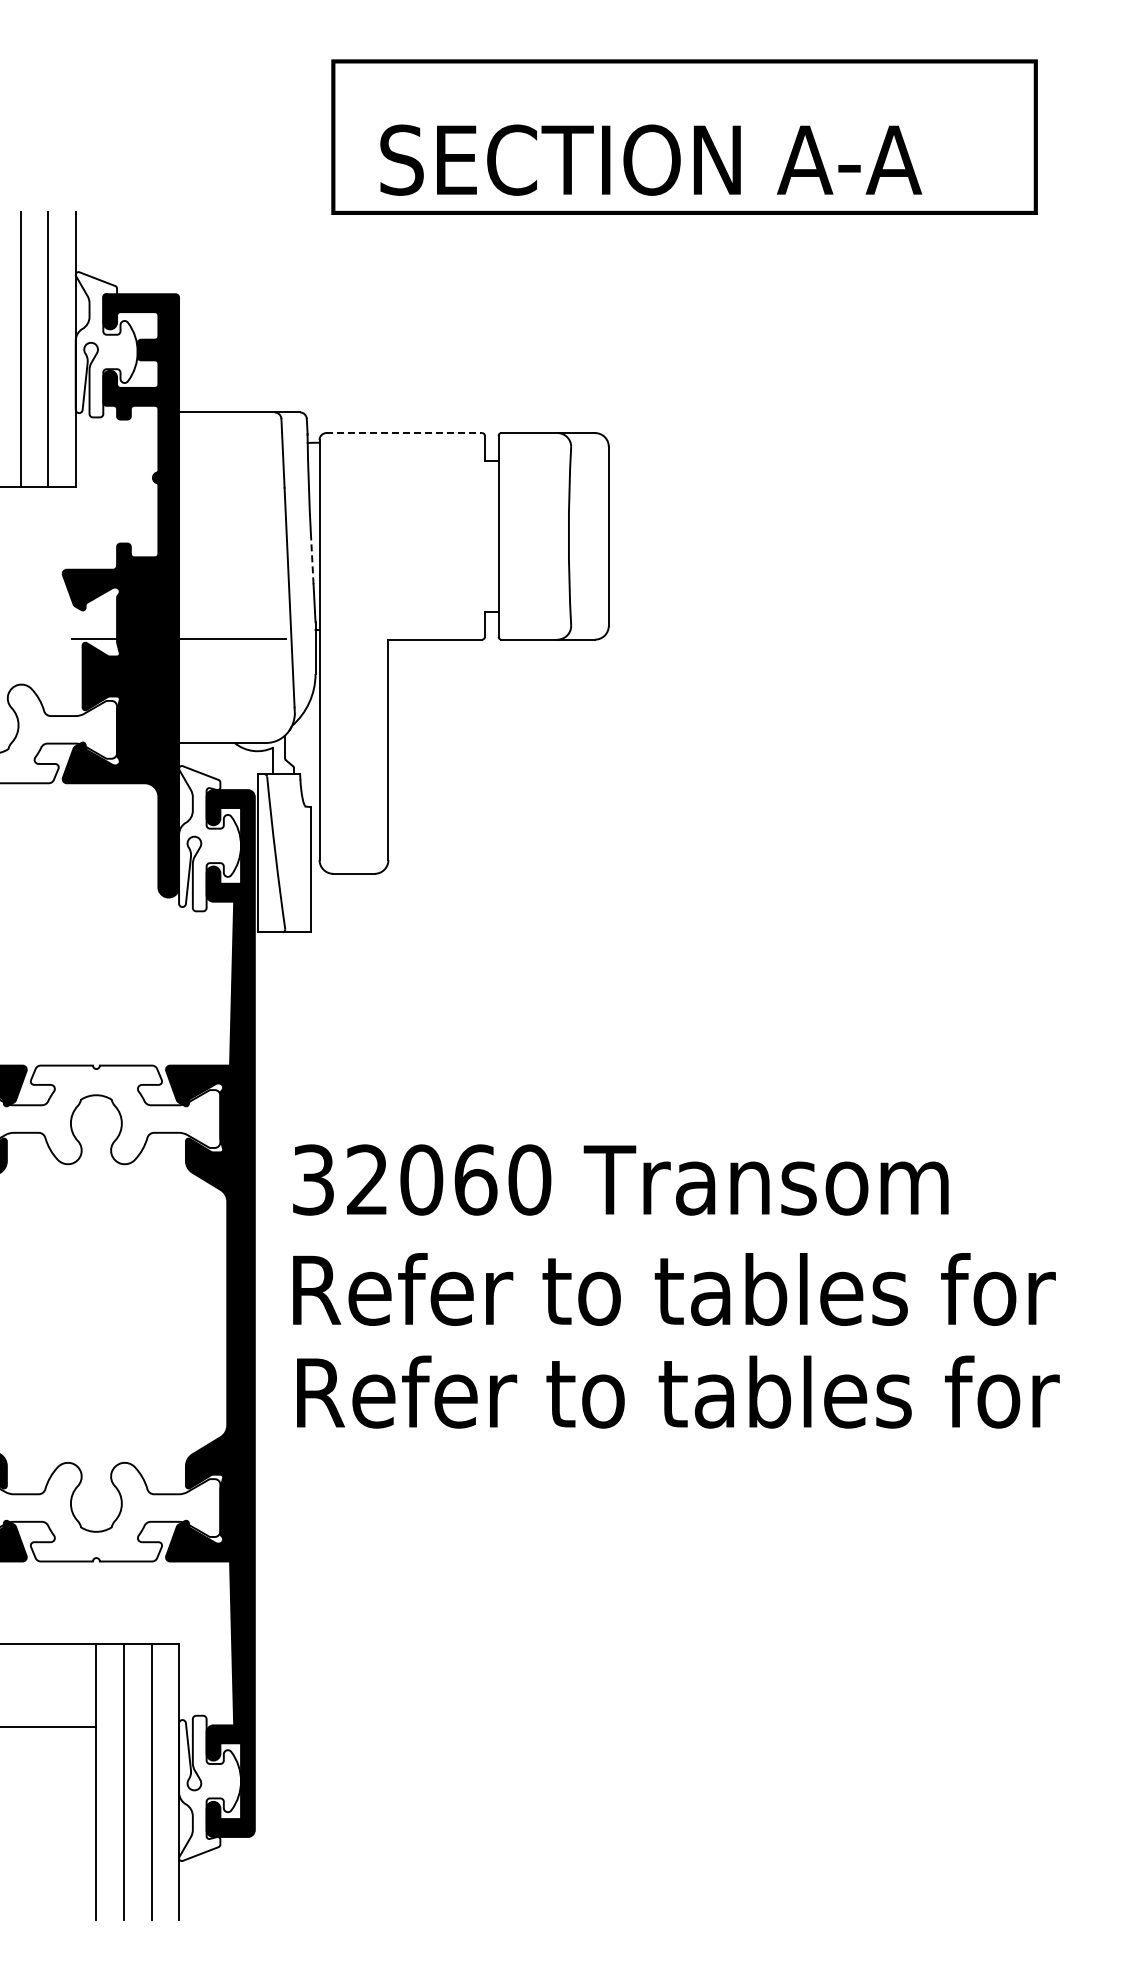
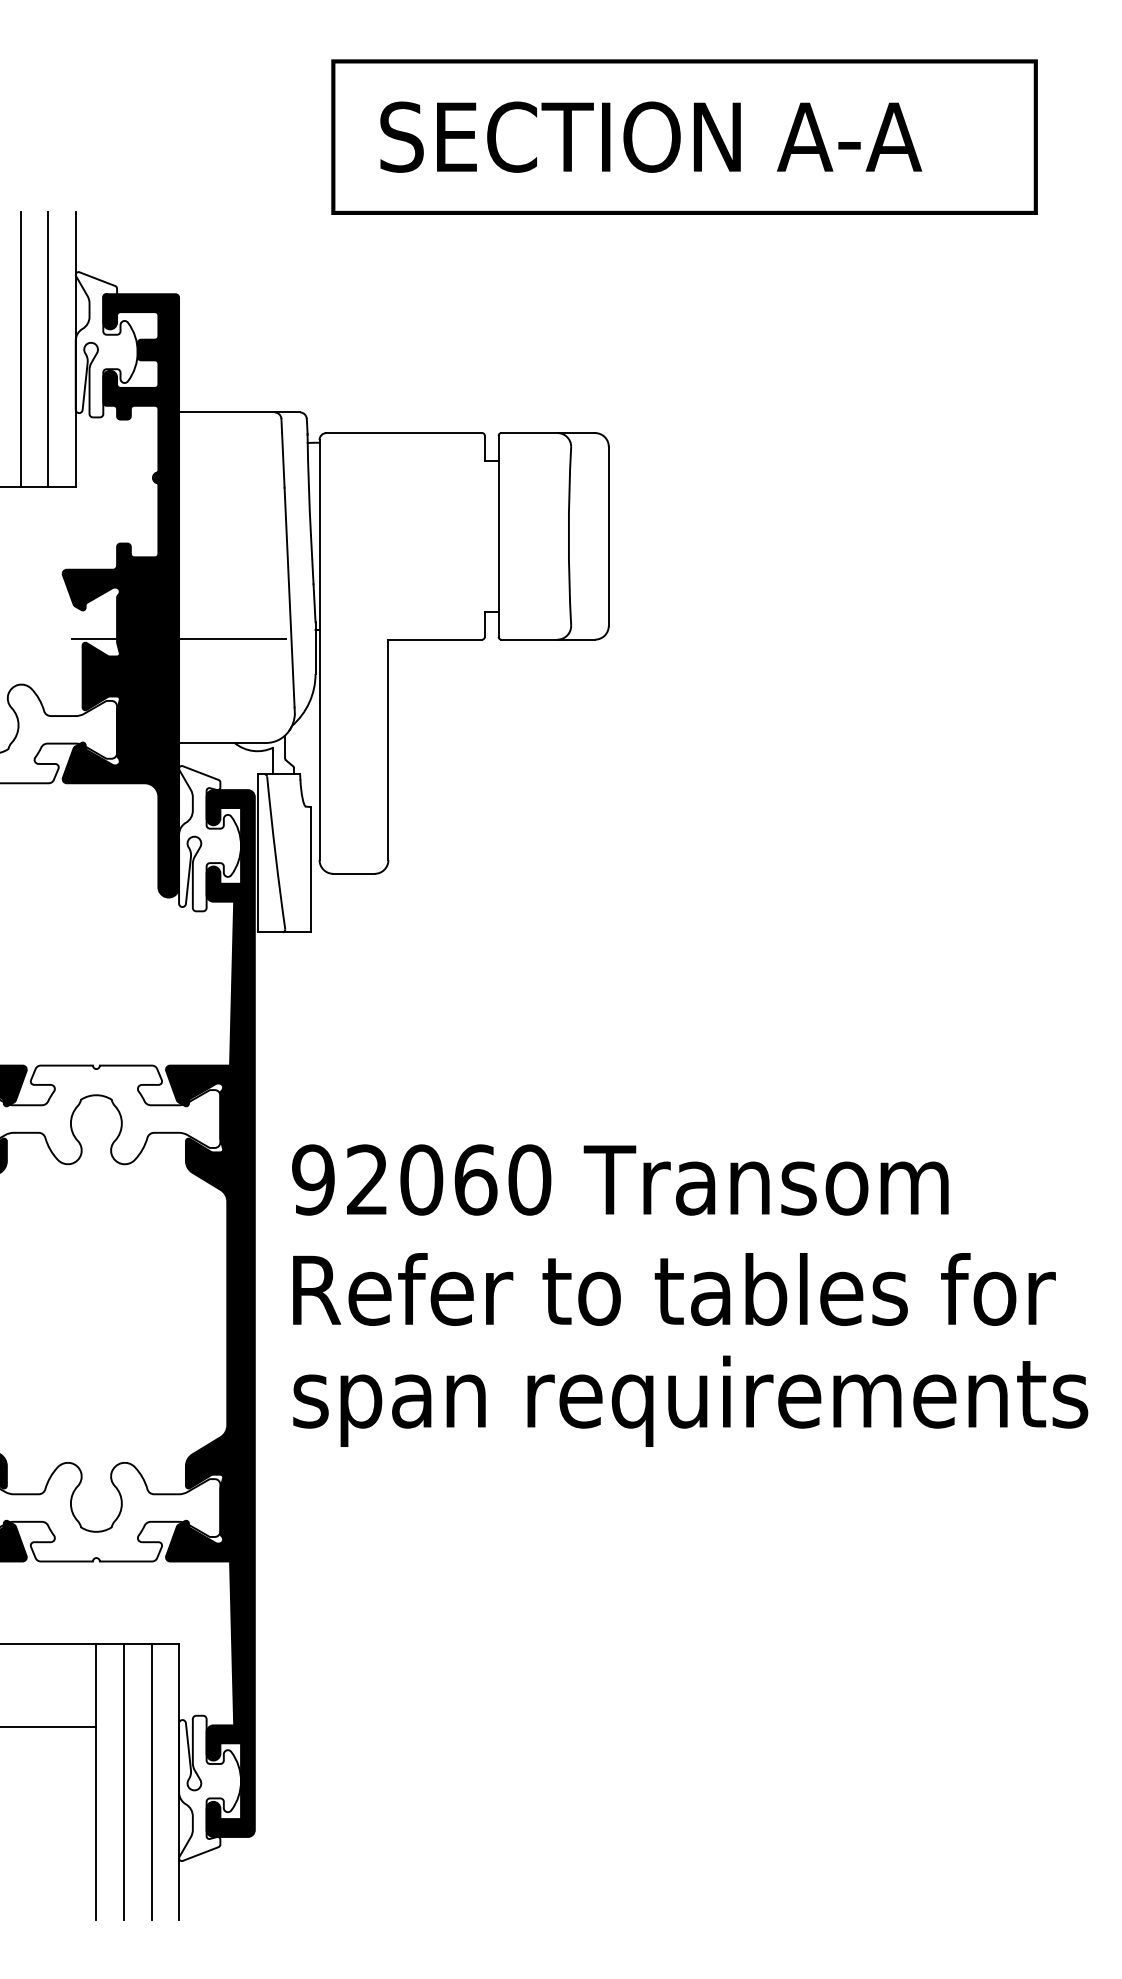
text at (651, 159) position: (651, 159) -> (651, 136)
line at (404, 433): dashed -> solid
line at (312, 559): dashed -> solid
text at (313, 1179): 32060 -> 92060
text at (690, 1400): Refer to tables for -> span requirements
